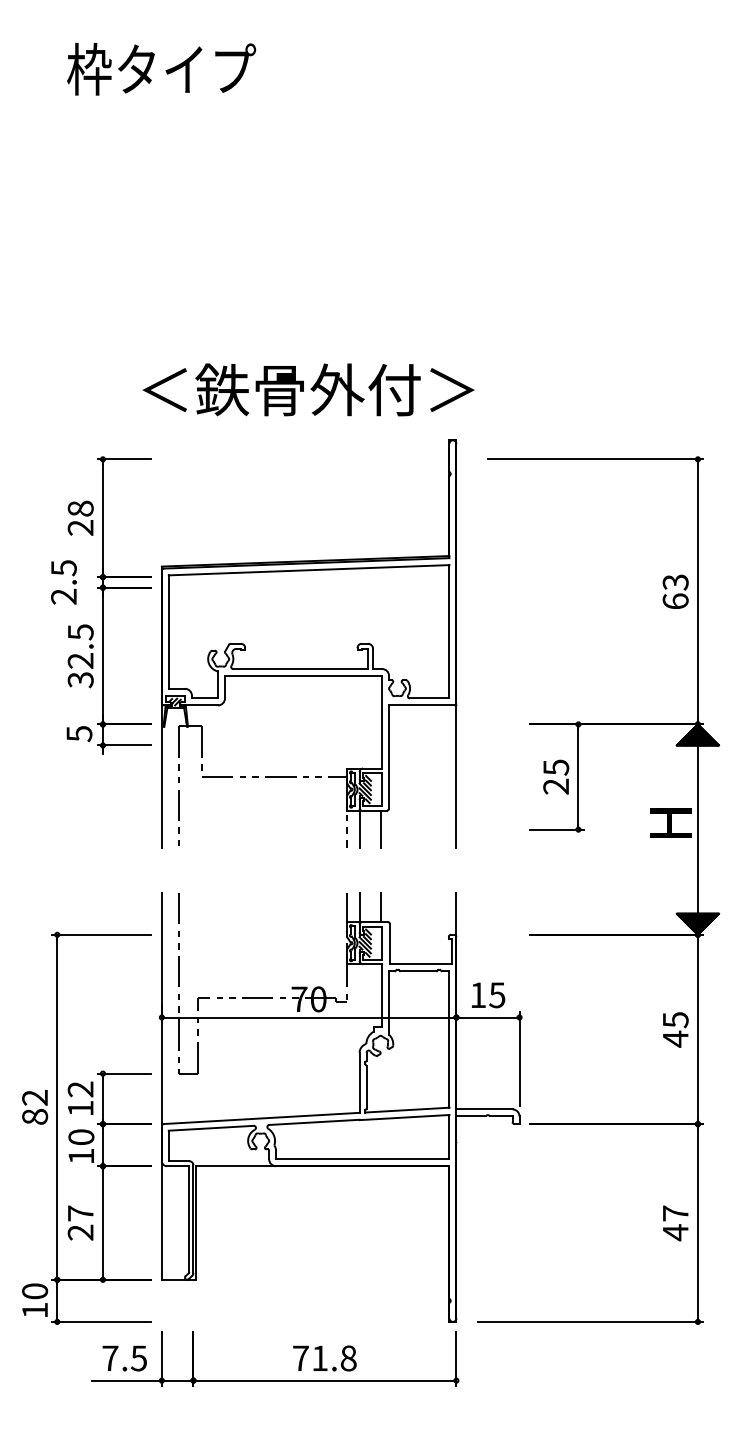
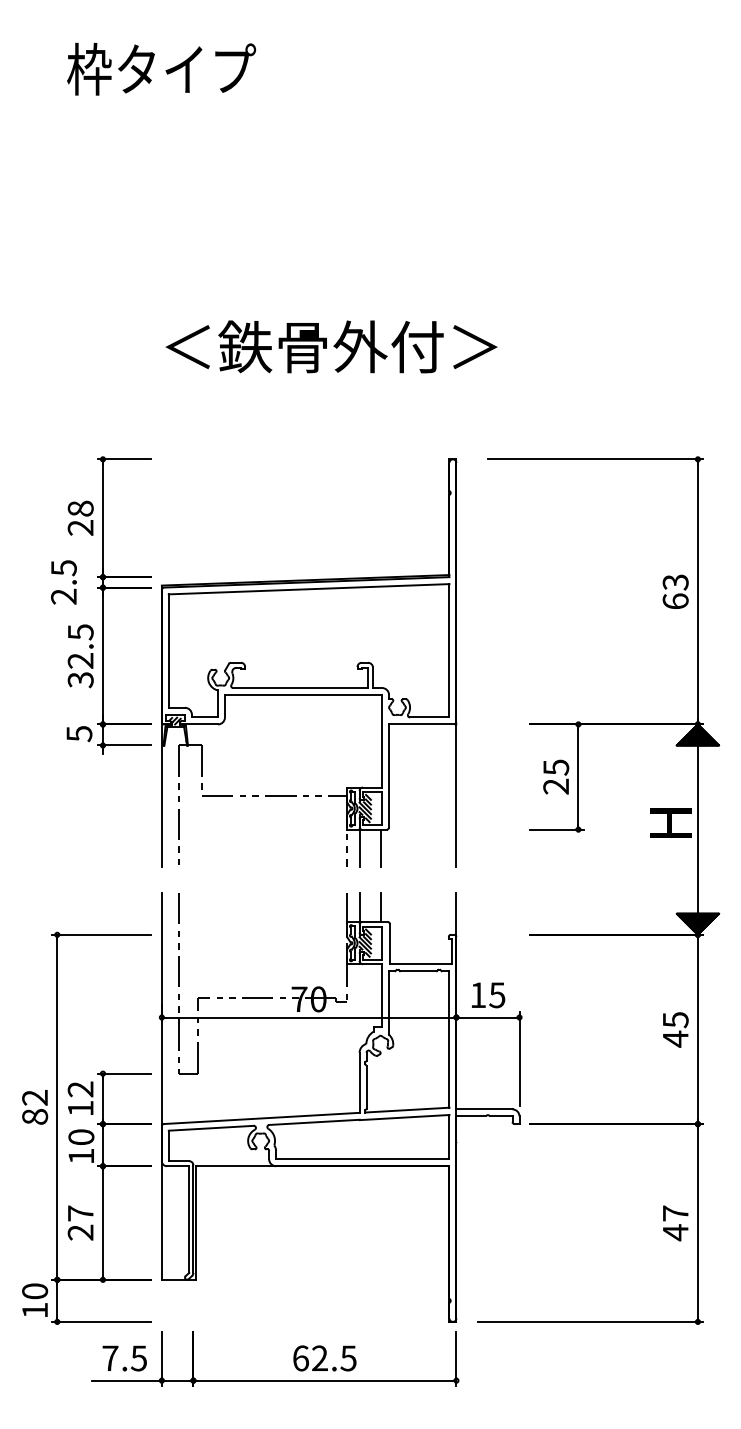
text at (308, 389) position: (308, 389) -> (331, 346)
part at (309, 643) position: (309, 643) -> (309, 662)
text at (324, 1358): 71.8 -> 62.5
